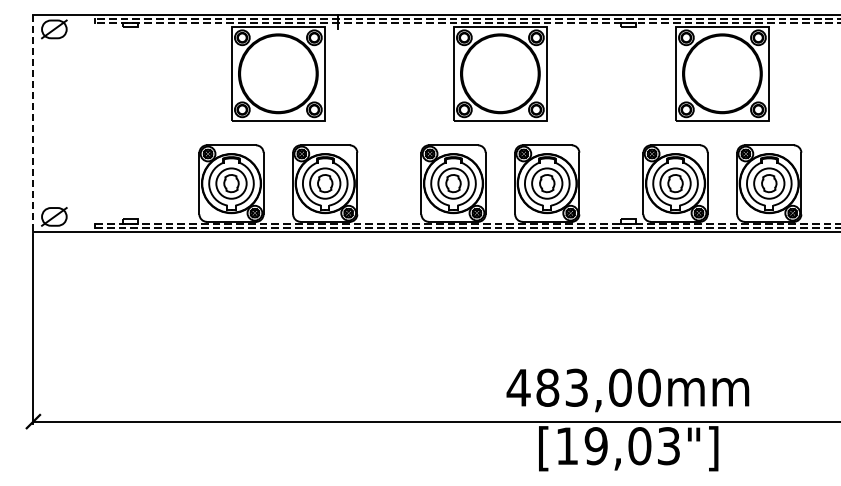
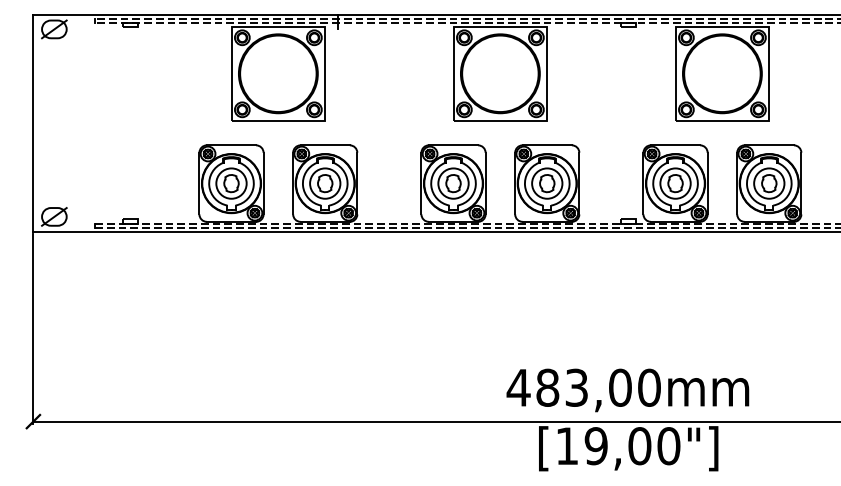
line at (33, 123): dashed -> solid
text at (668, 446): [19,03"] -> [19,00"]
